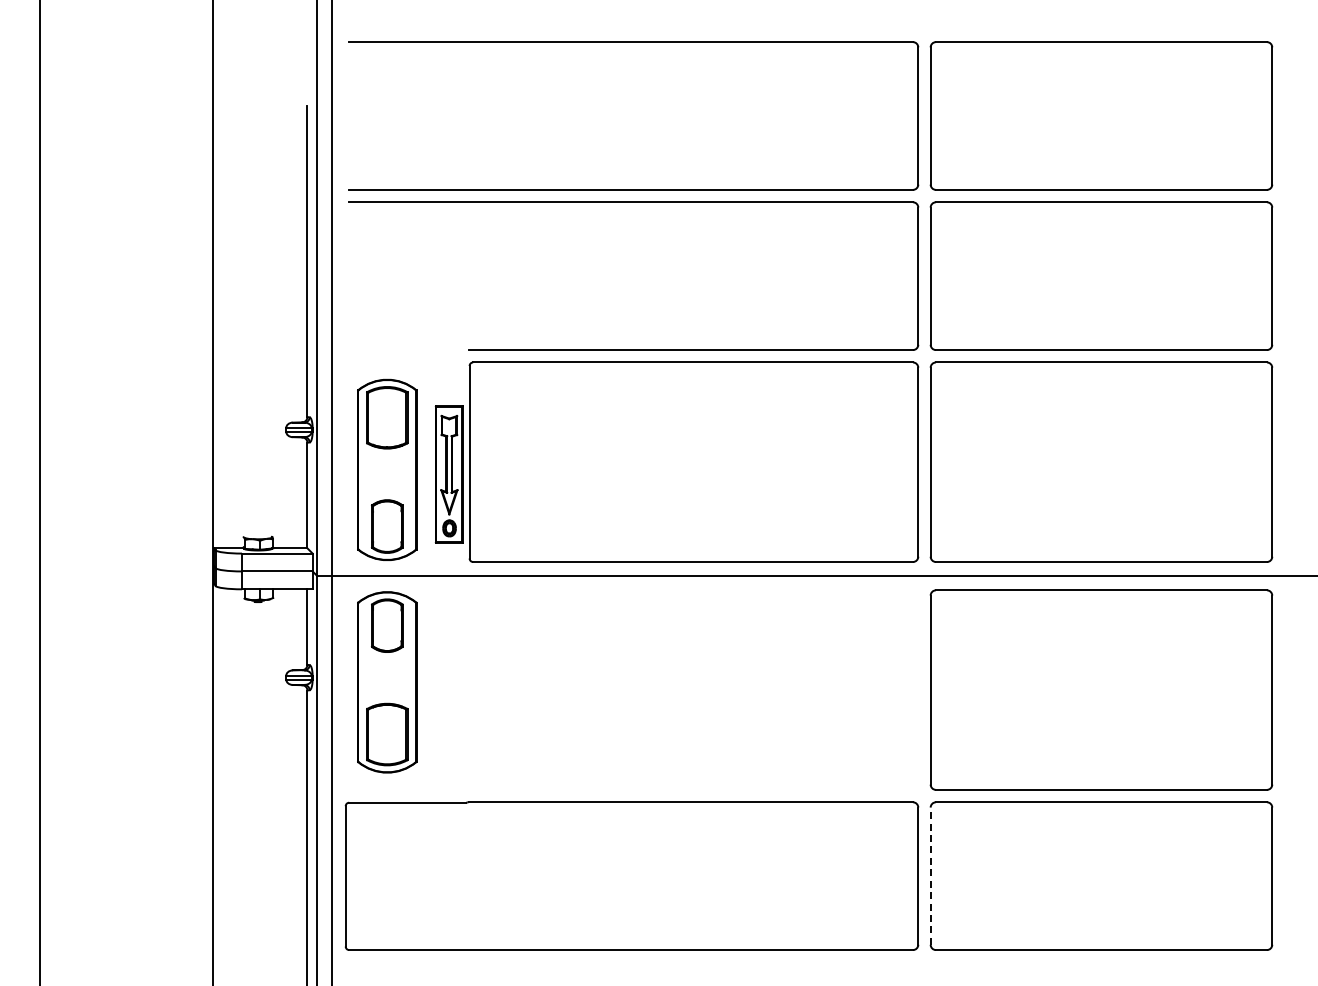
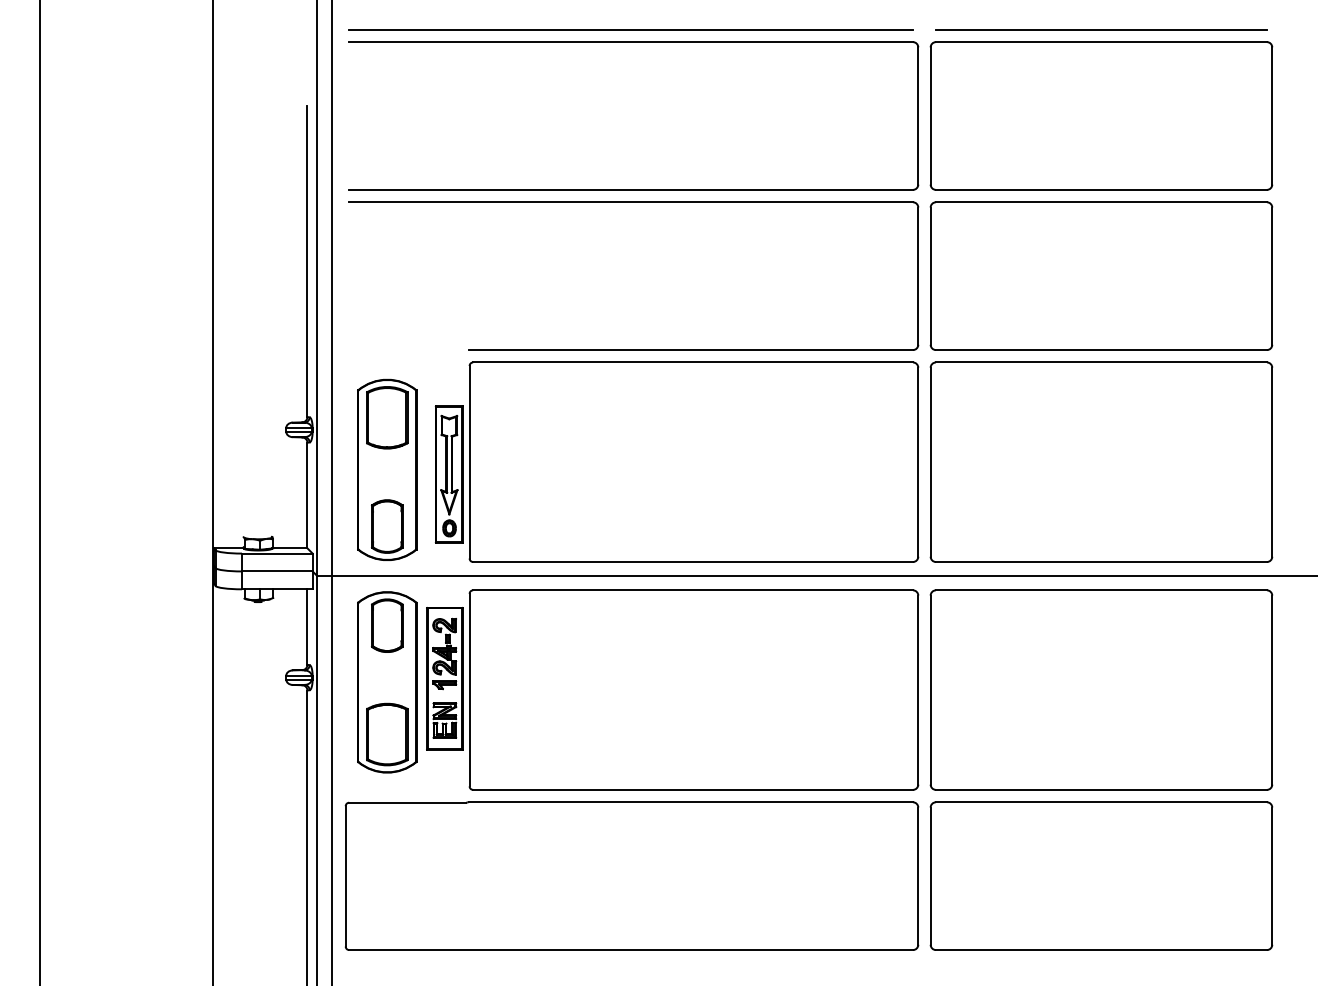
line at (630, 29): none -> present
line at (1100, 29): none -> present
part at (672, 689): none -> present
line at (930, 876): dashed -> solid
